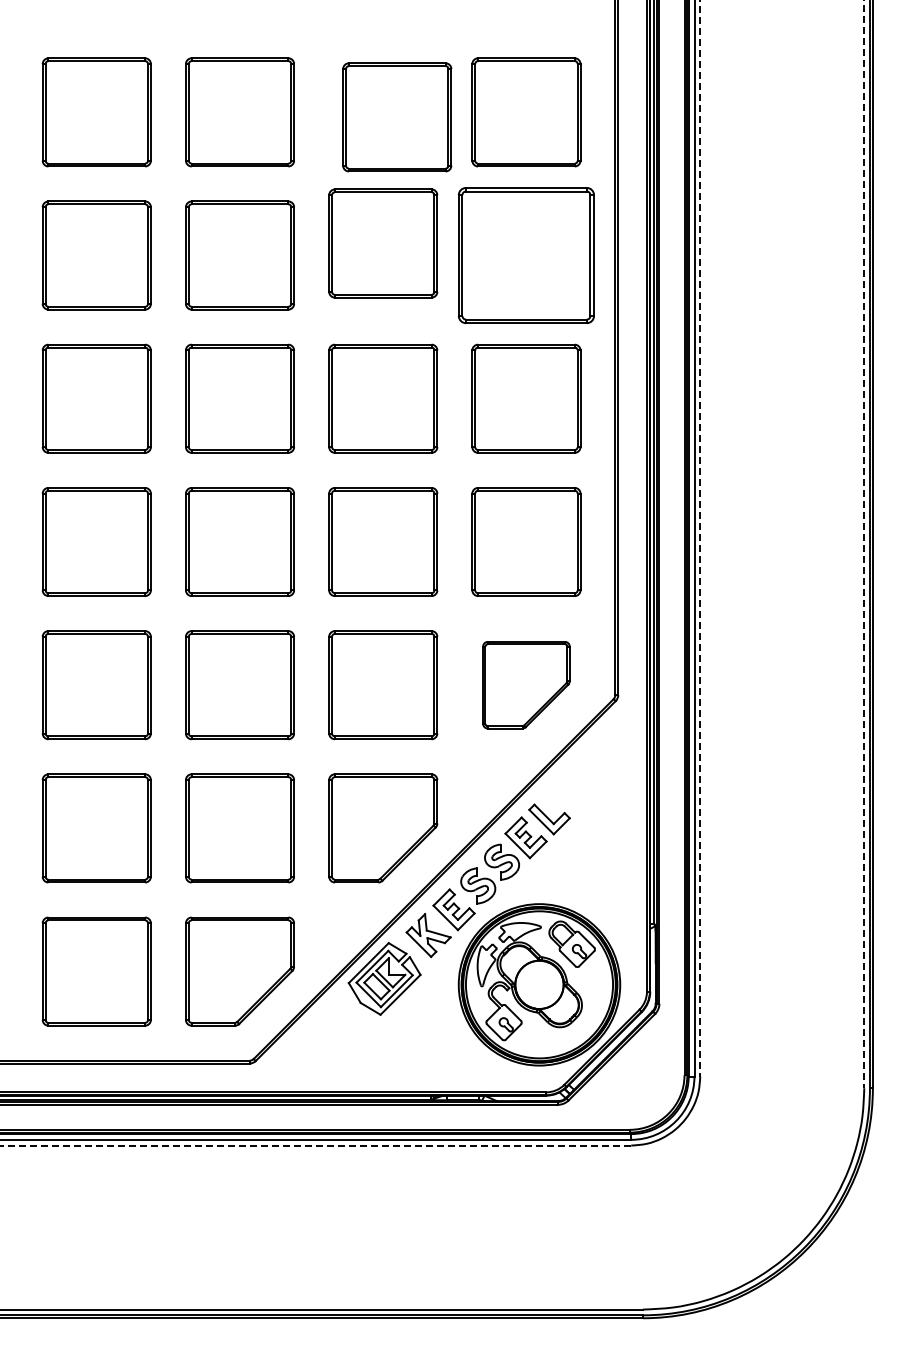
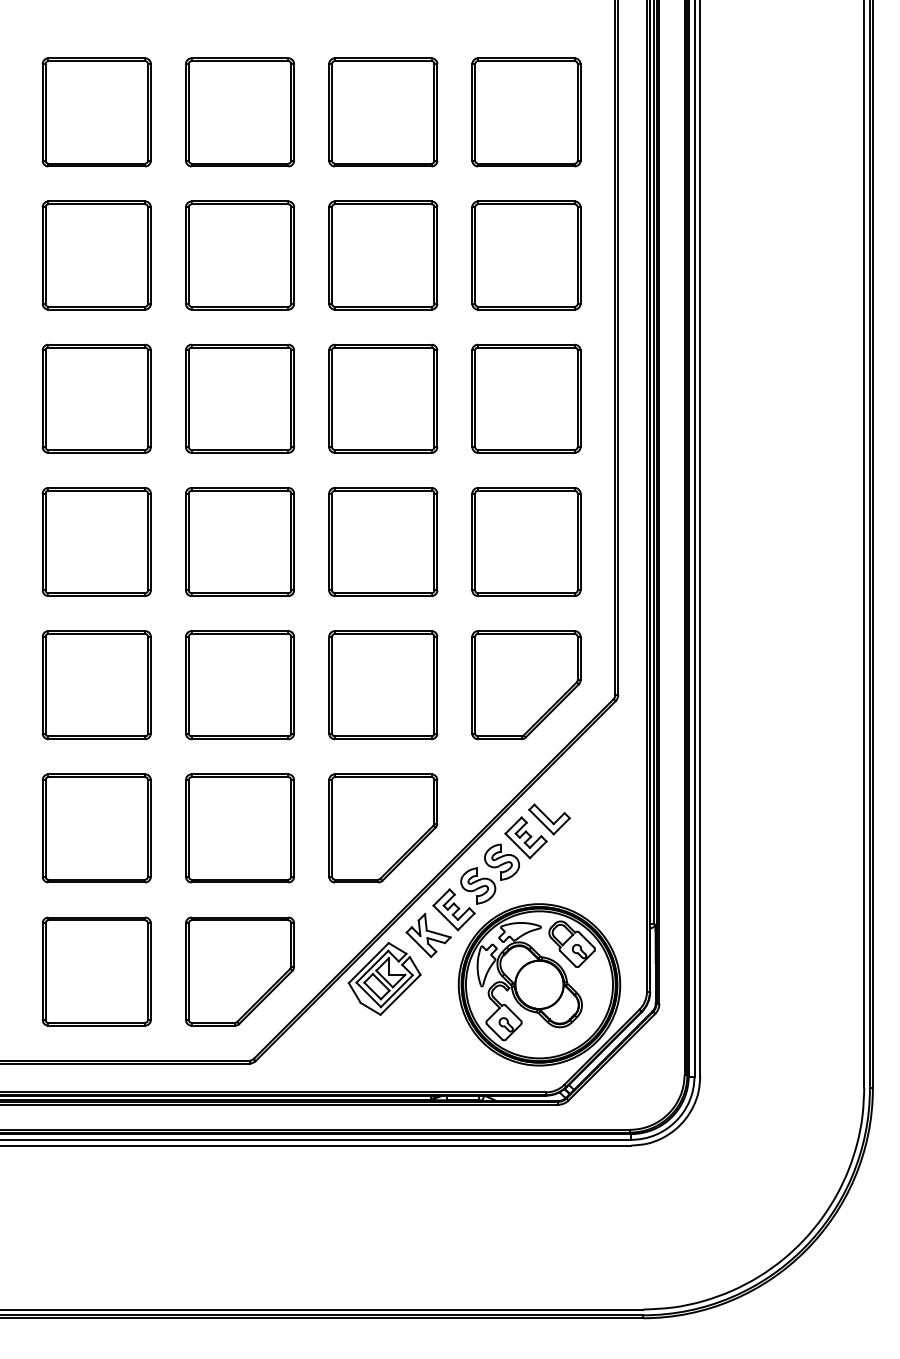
part at (397, 117) position: (397, 117) -> (383, 112)
part at (383, 243) position: (383, 243) -> (383, 255)
part at (526, 255) size: 137x137 px -> 111x111 px
line at (700, 538): dashed -> solid
line at (864, 544): dashed -> solid
part at (526, 685) size: 89x89 px -> 111x111 px
line at (315, 1145): dashed -> solid
